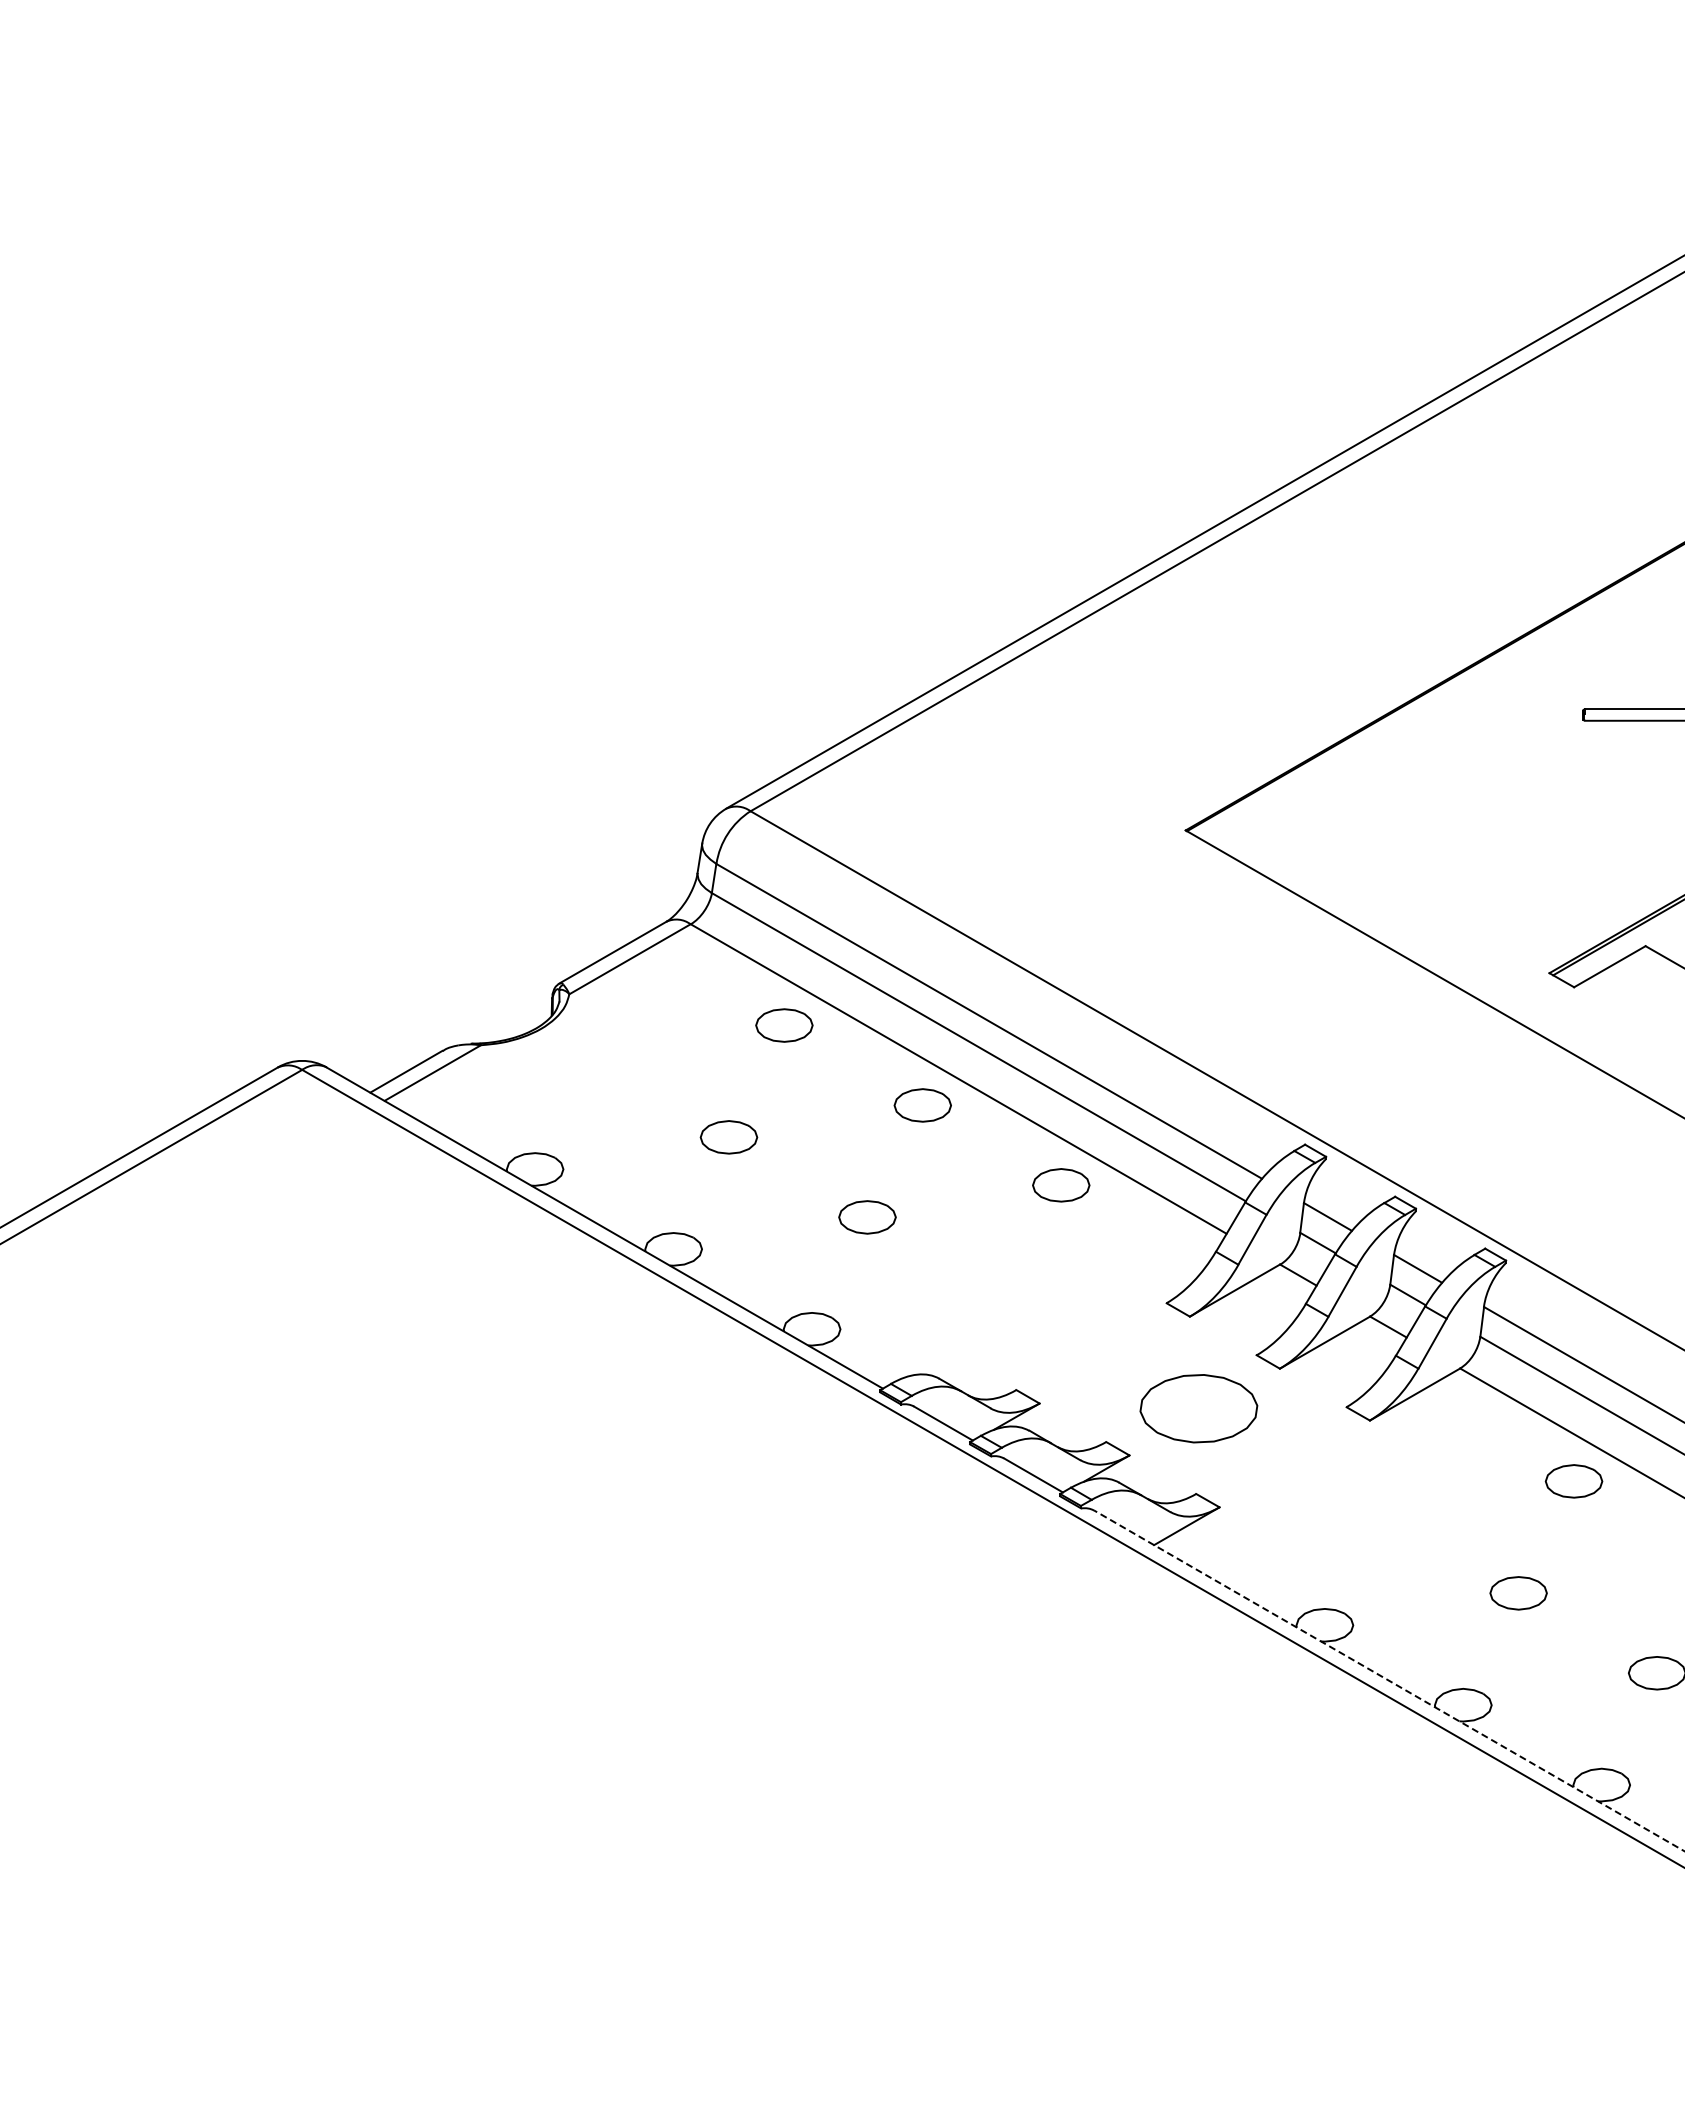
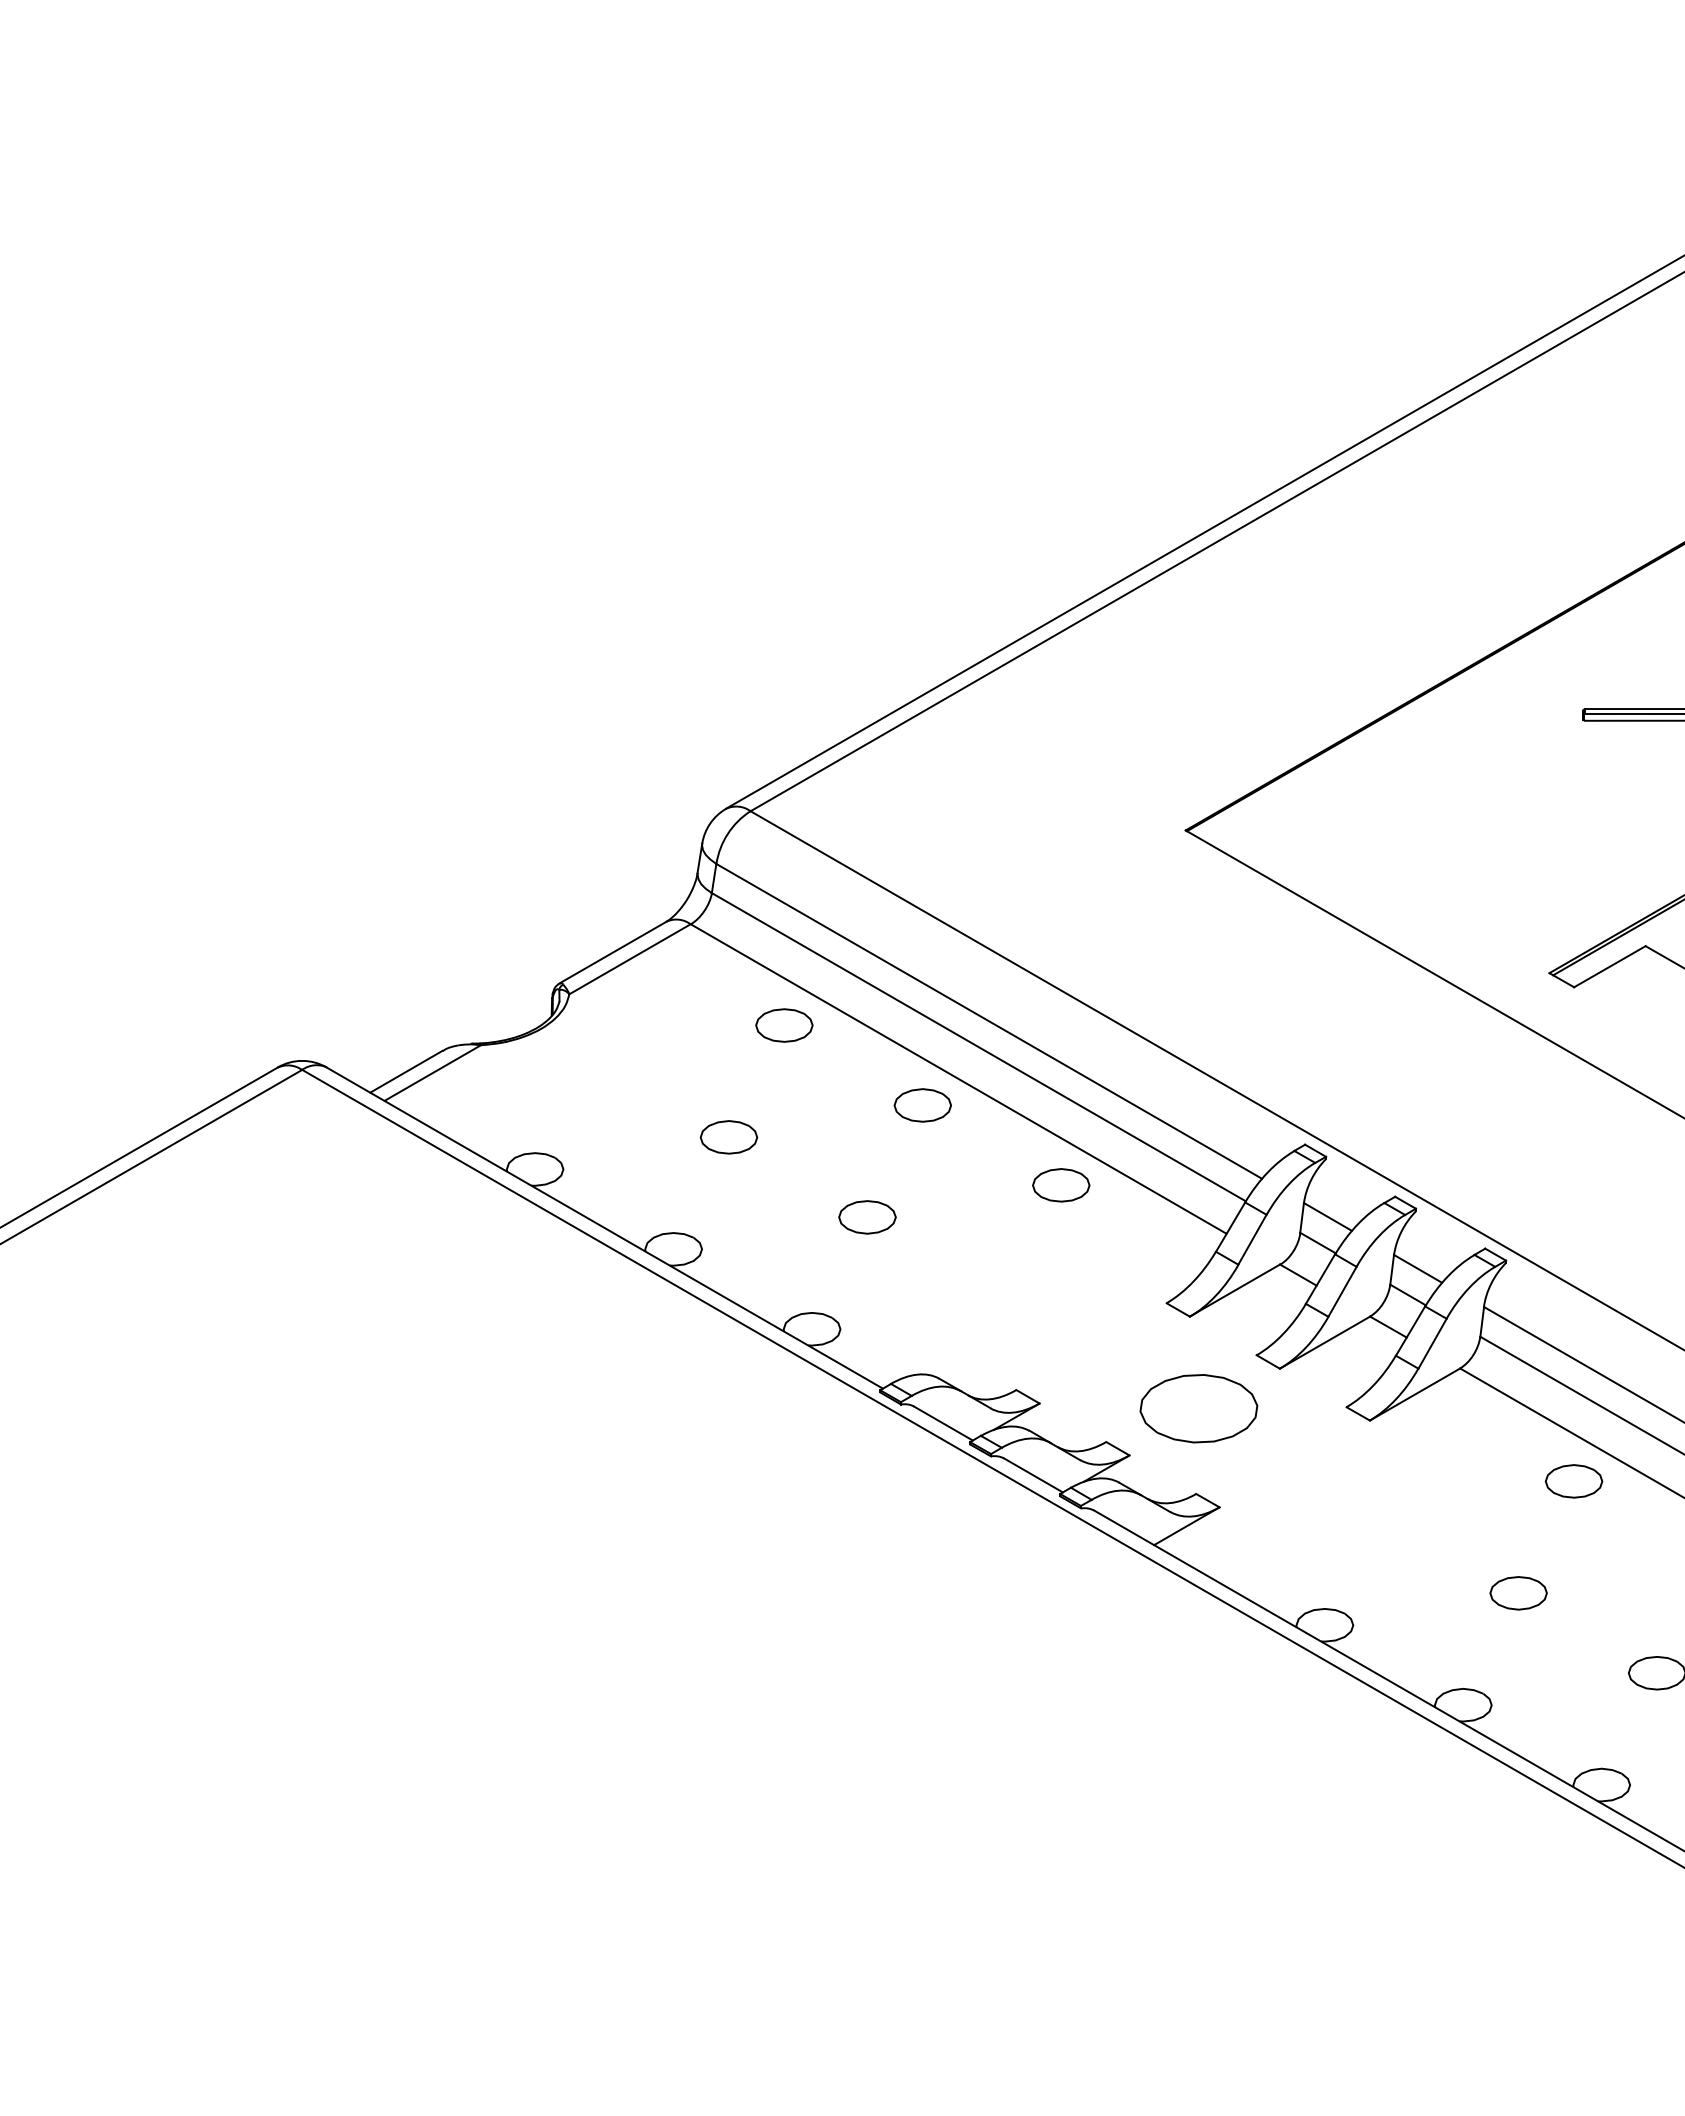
line at (1633, 713): none -> present
line at (1389, 1680): dashed -> solid
